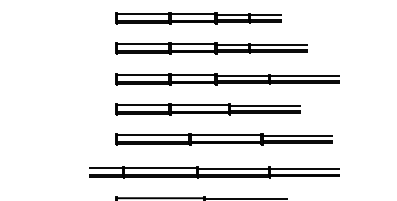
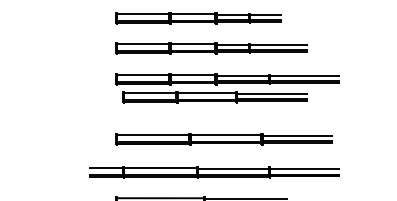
part at (207, 109) position: (207, 109) -> (214, 97)
